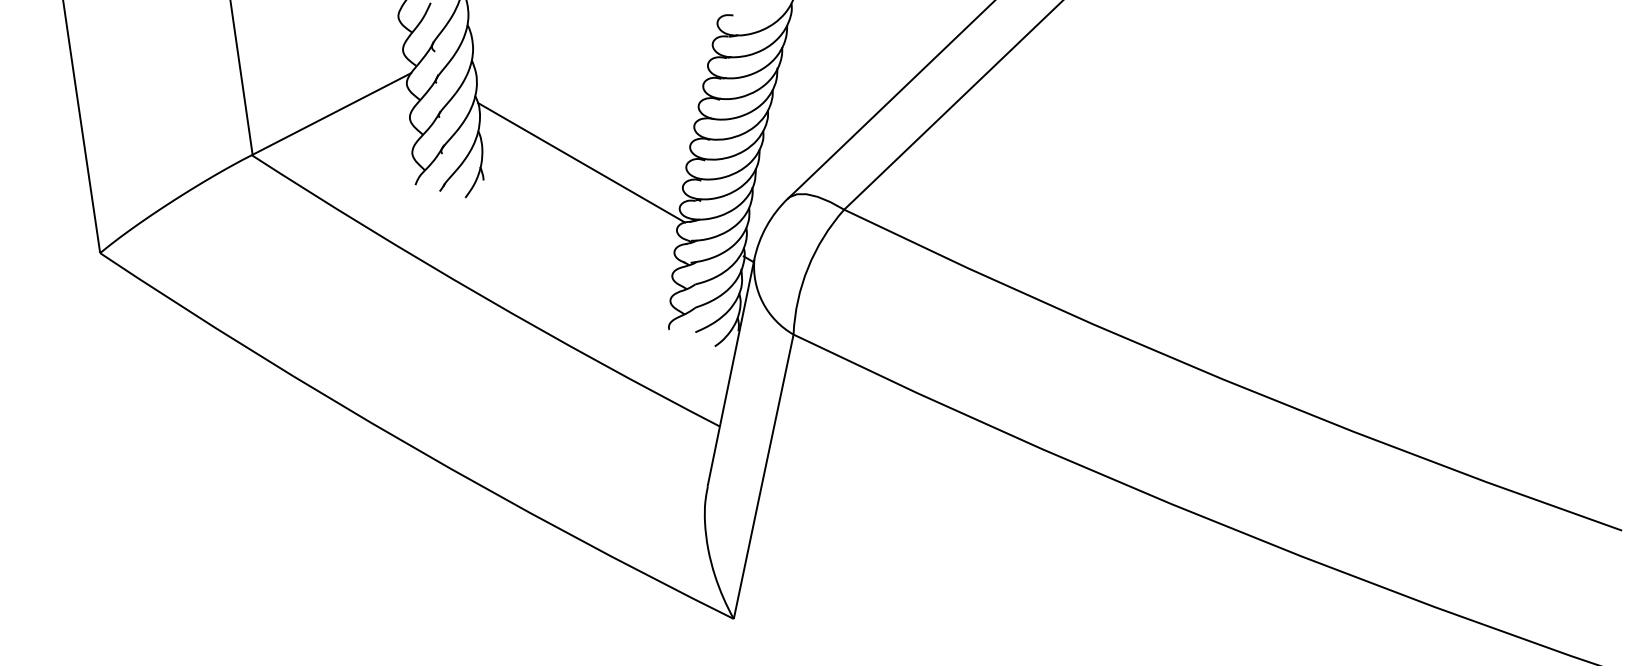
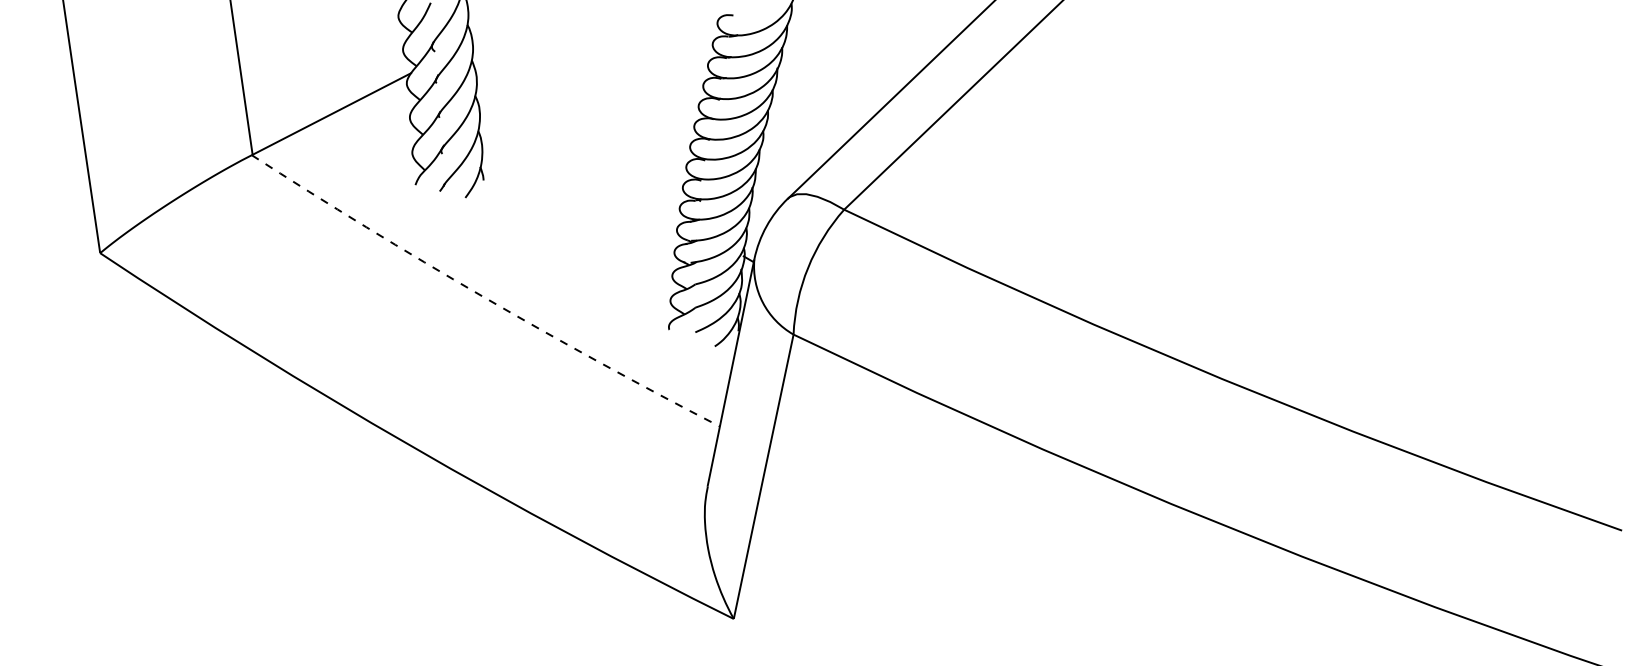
line at (581, 162): present -> none
arc at (482, 296): solid -> dashed
